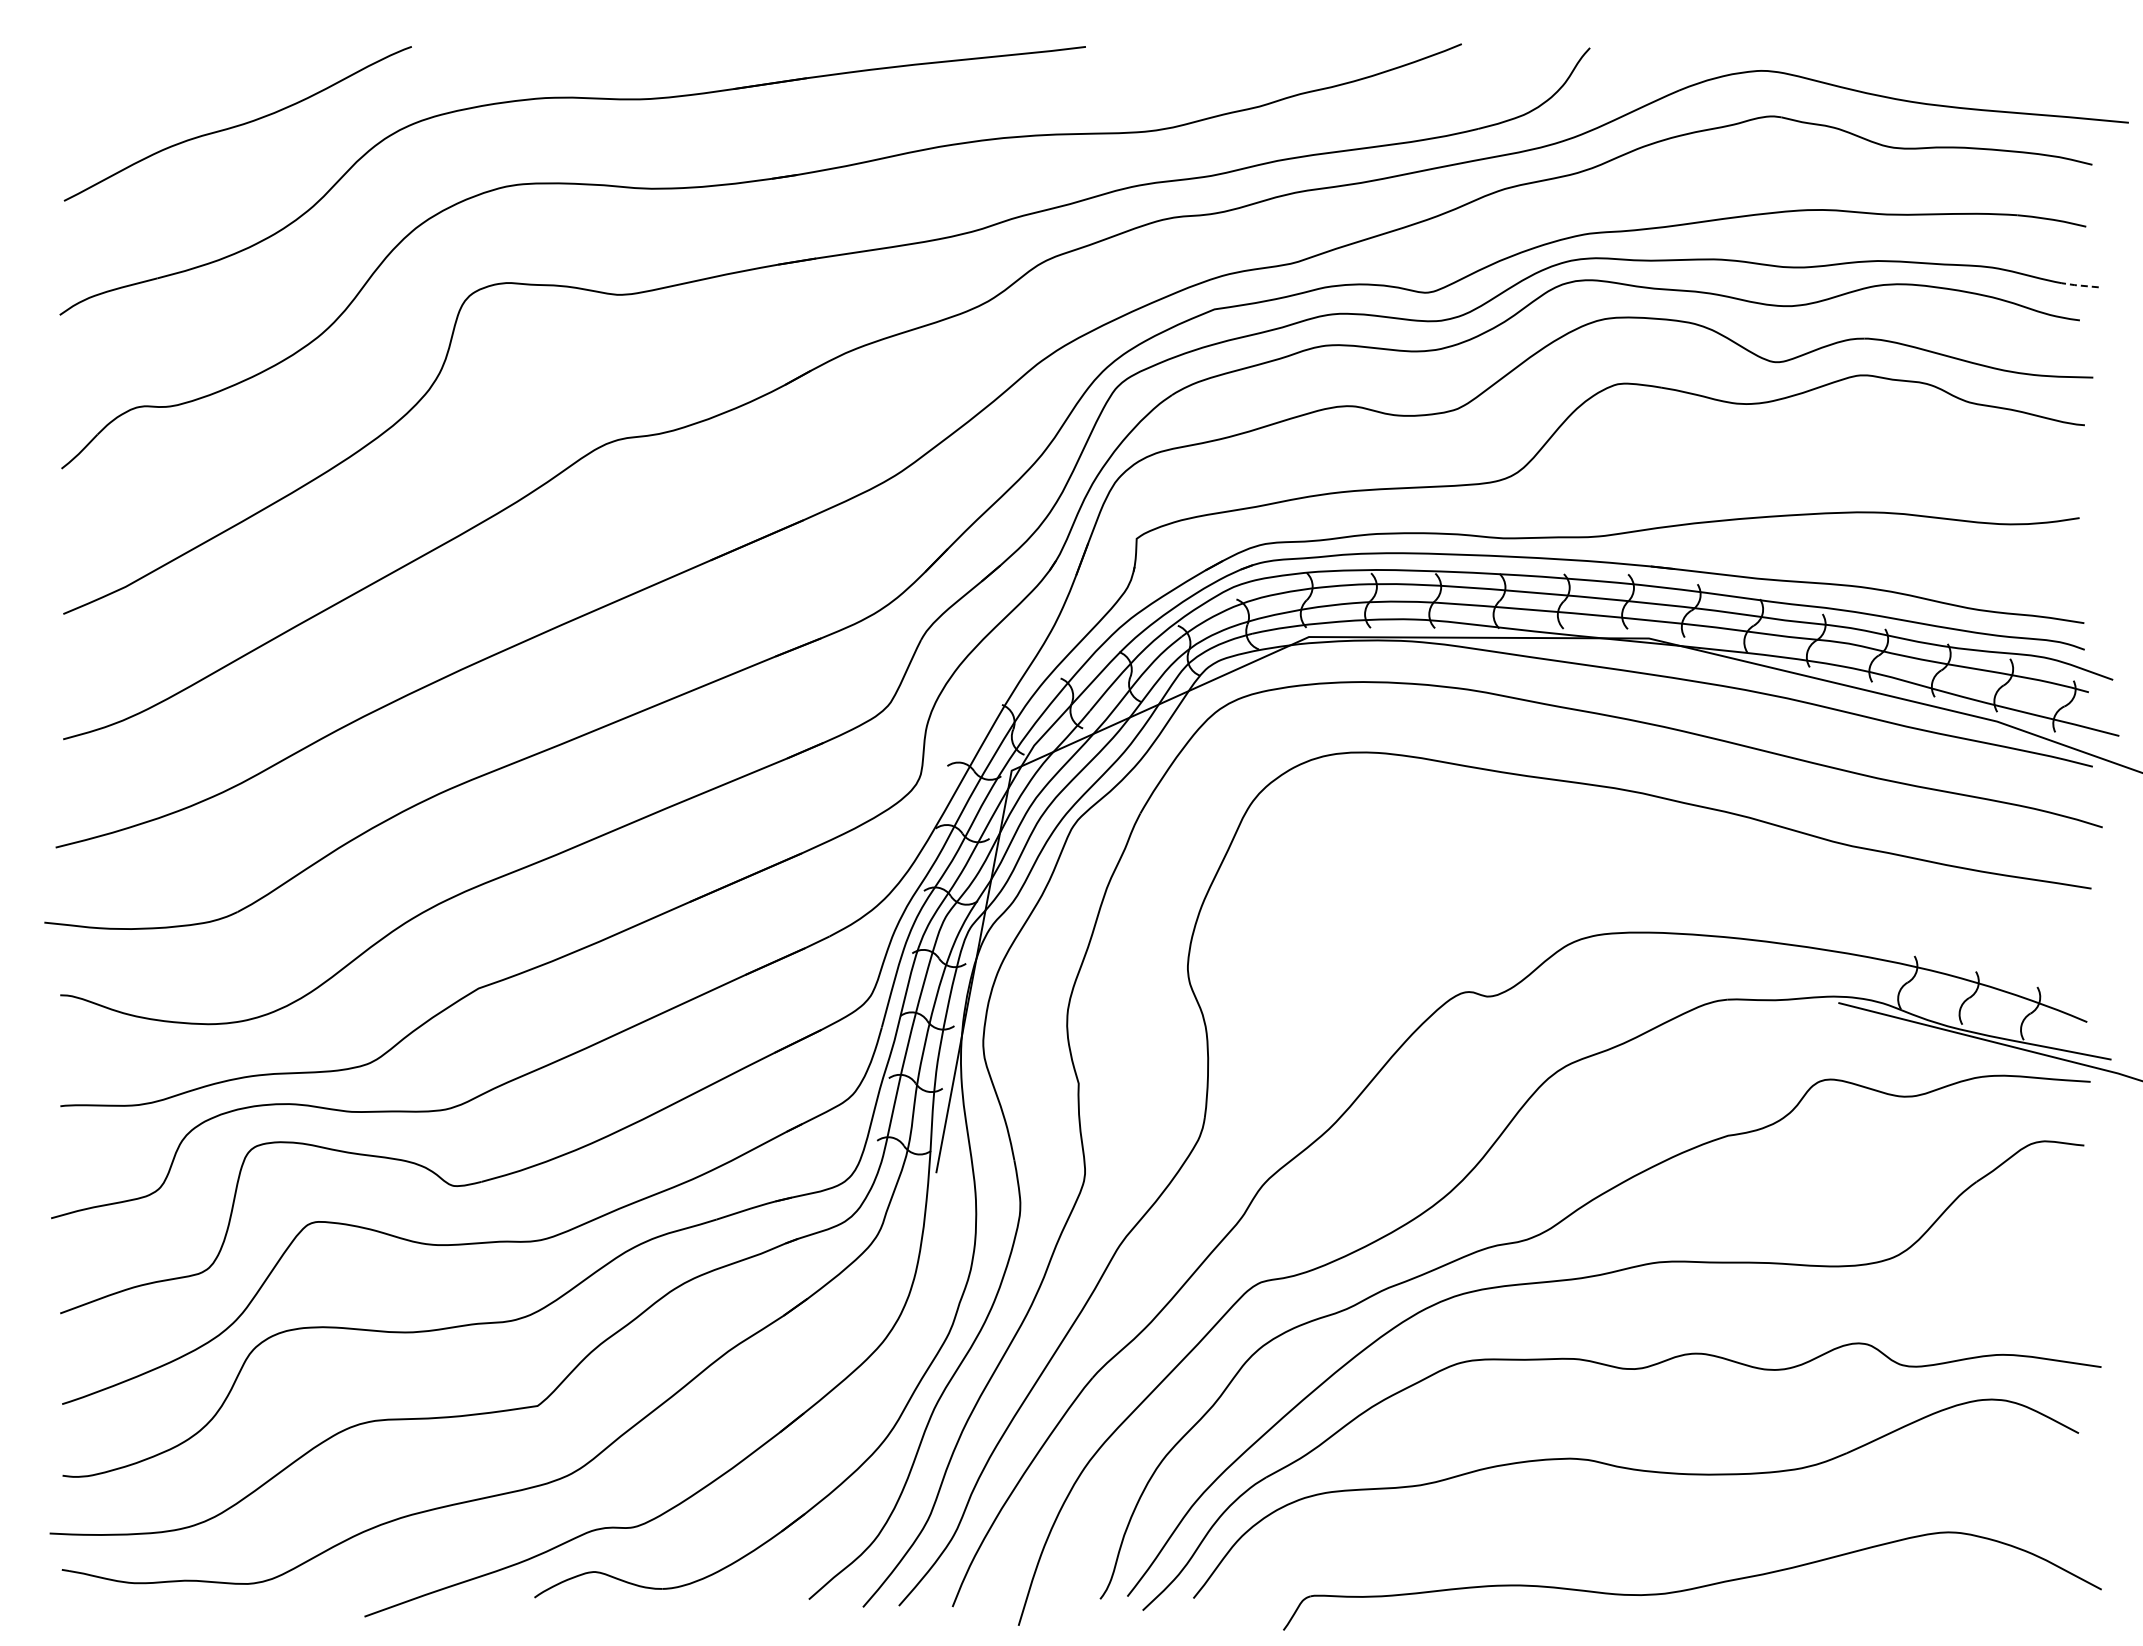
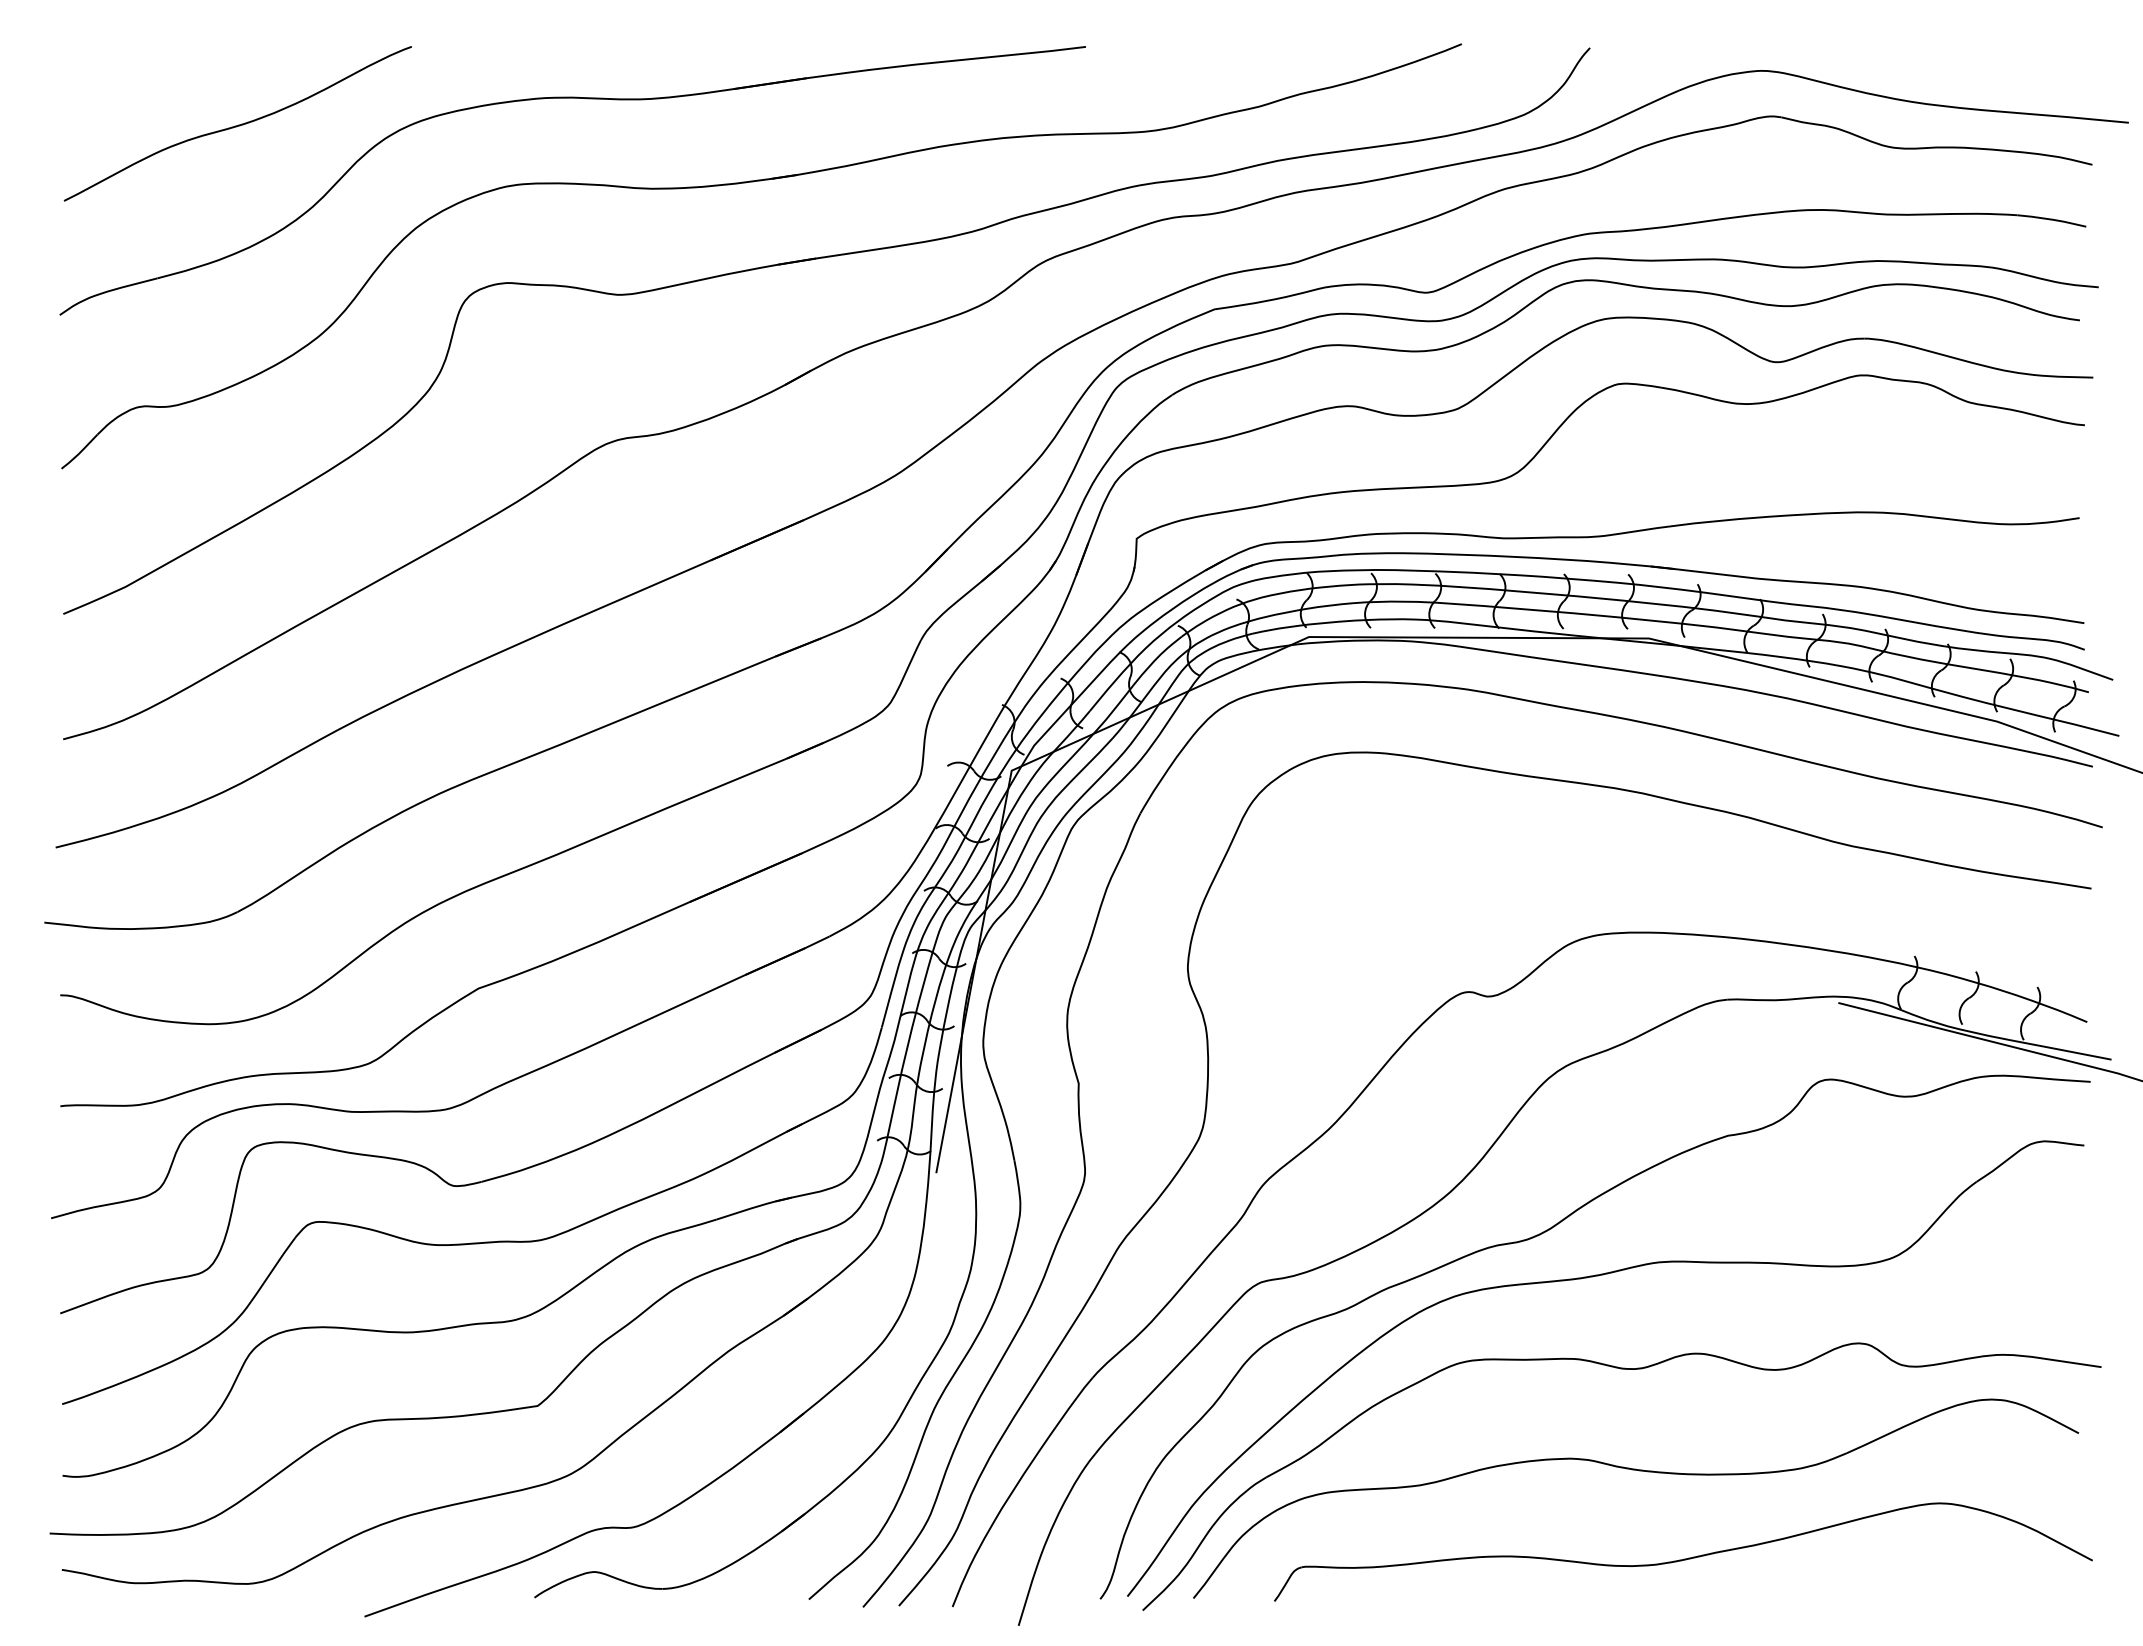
line at (2079, 285): dashed -> solid
part at (1693, 1587) position: (1693, 1587) -> (1684, 1558)
